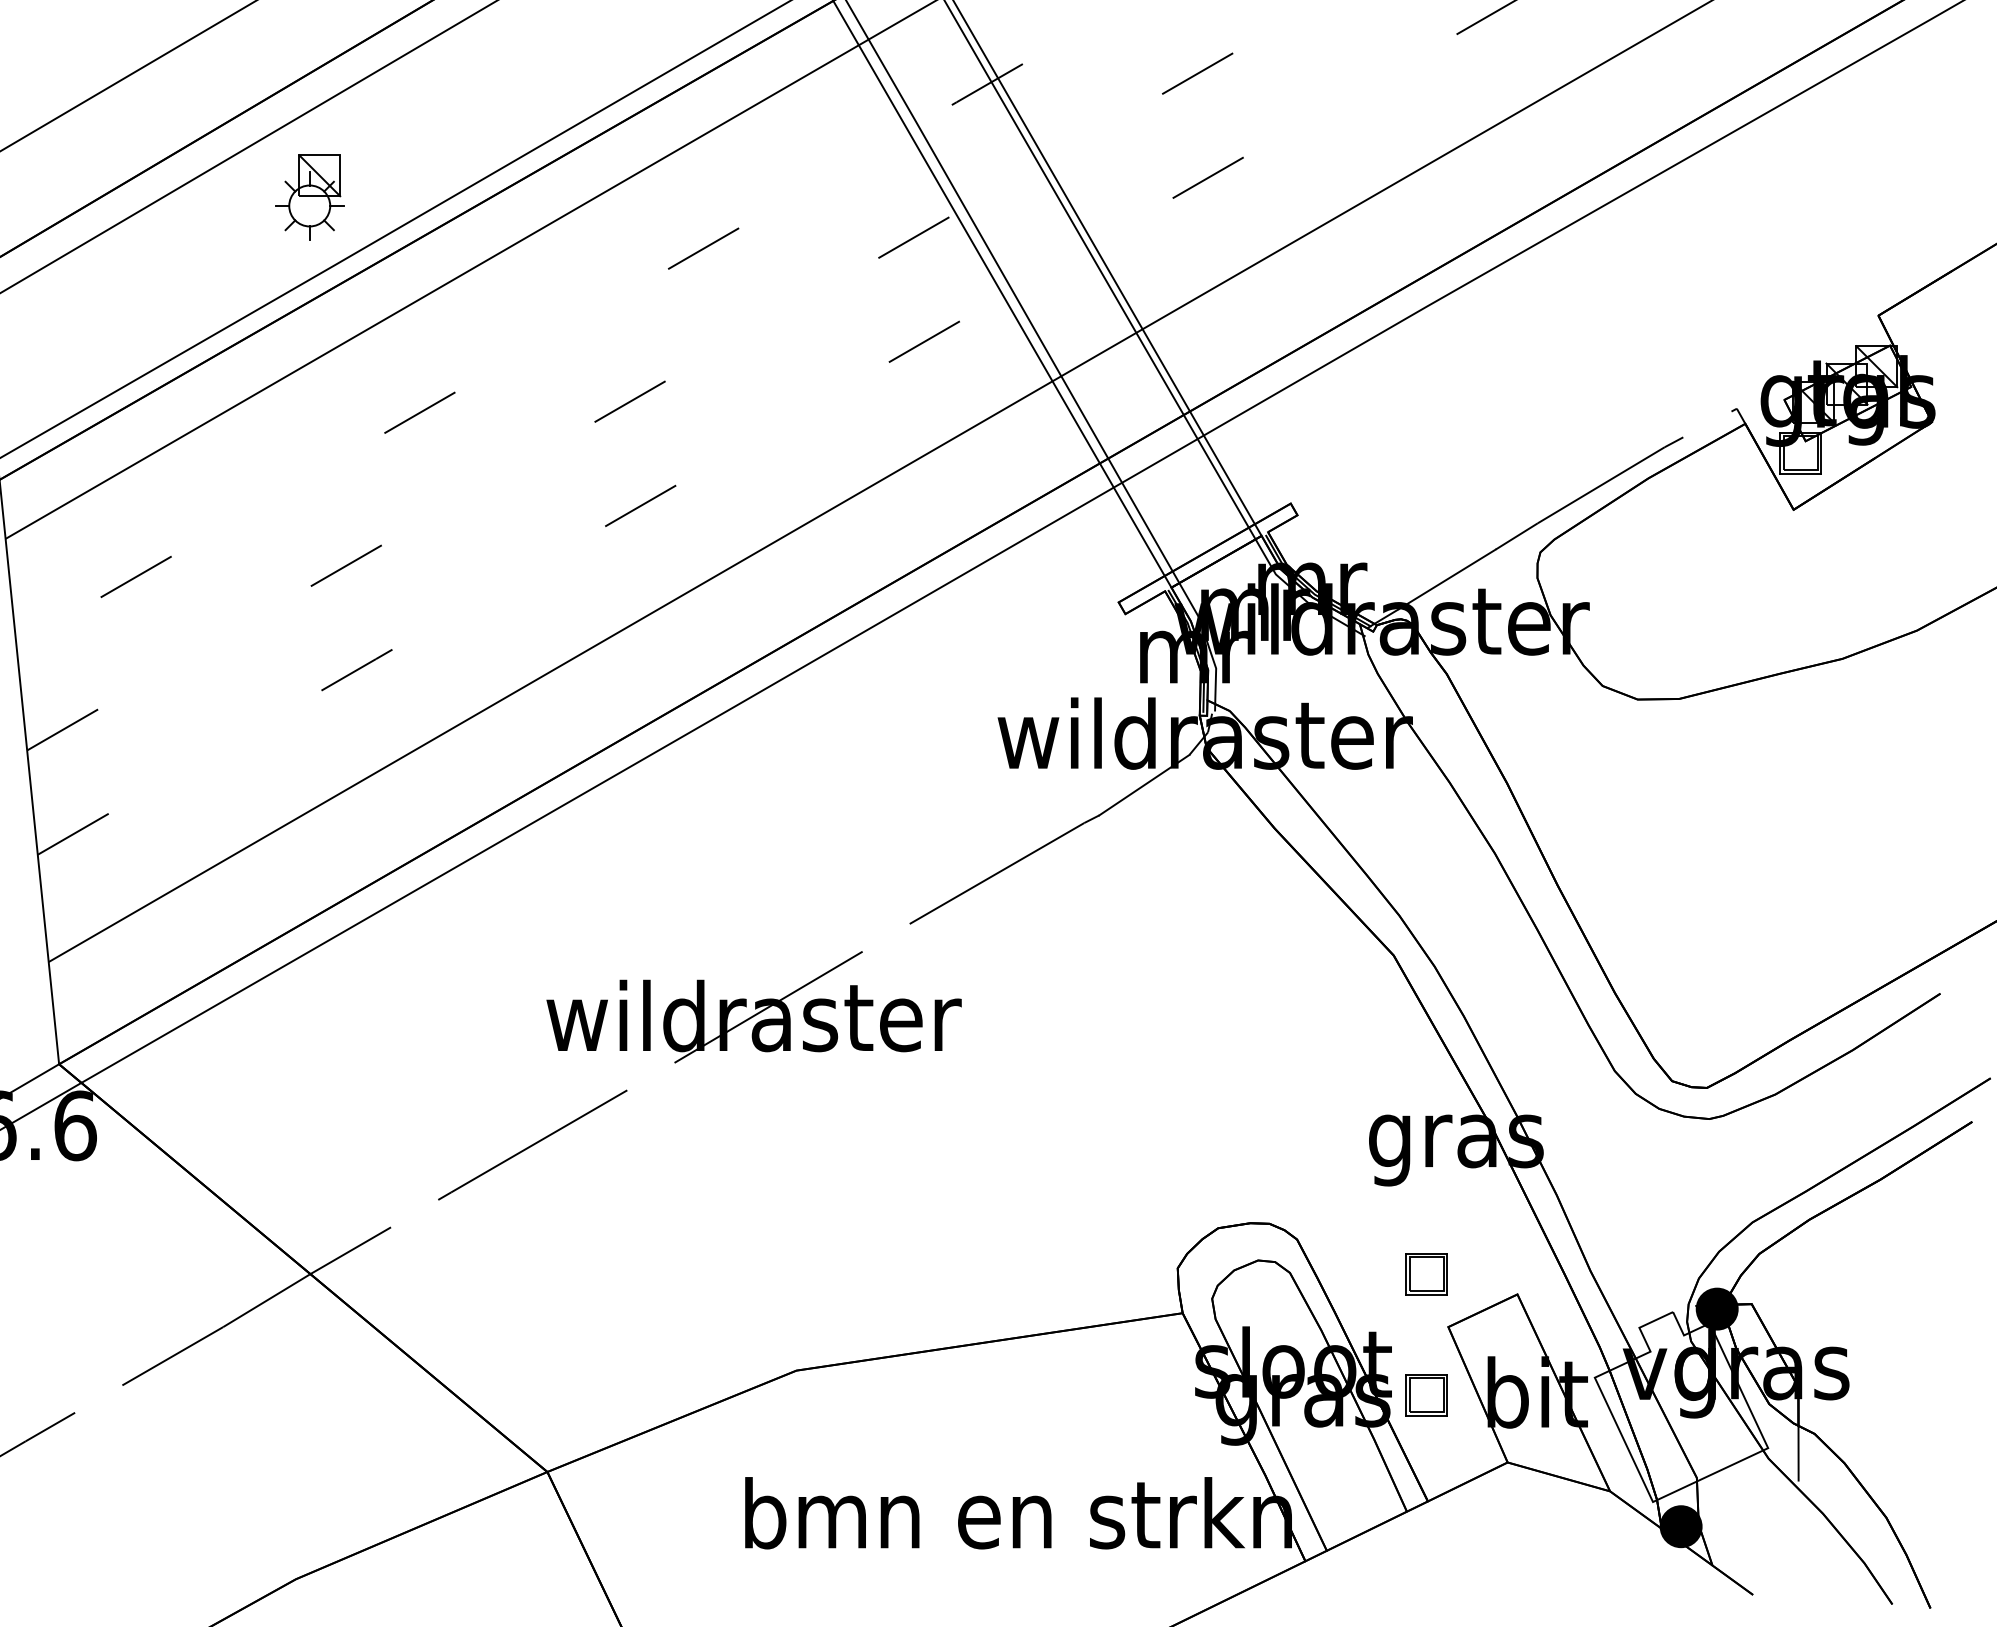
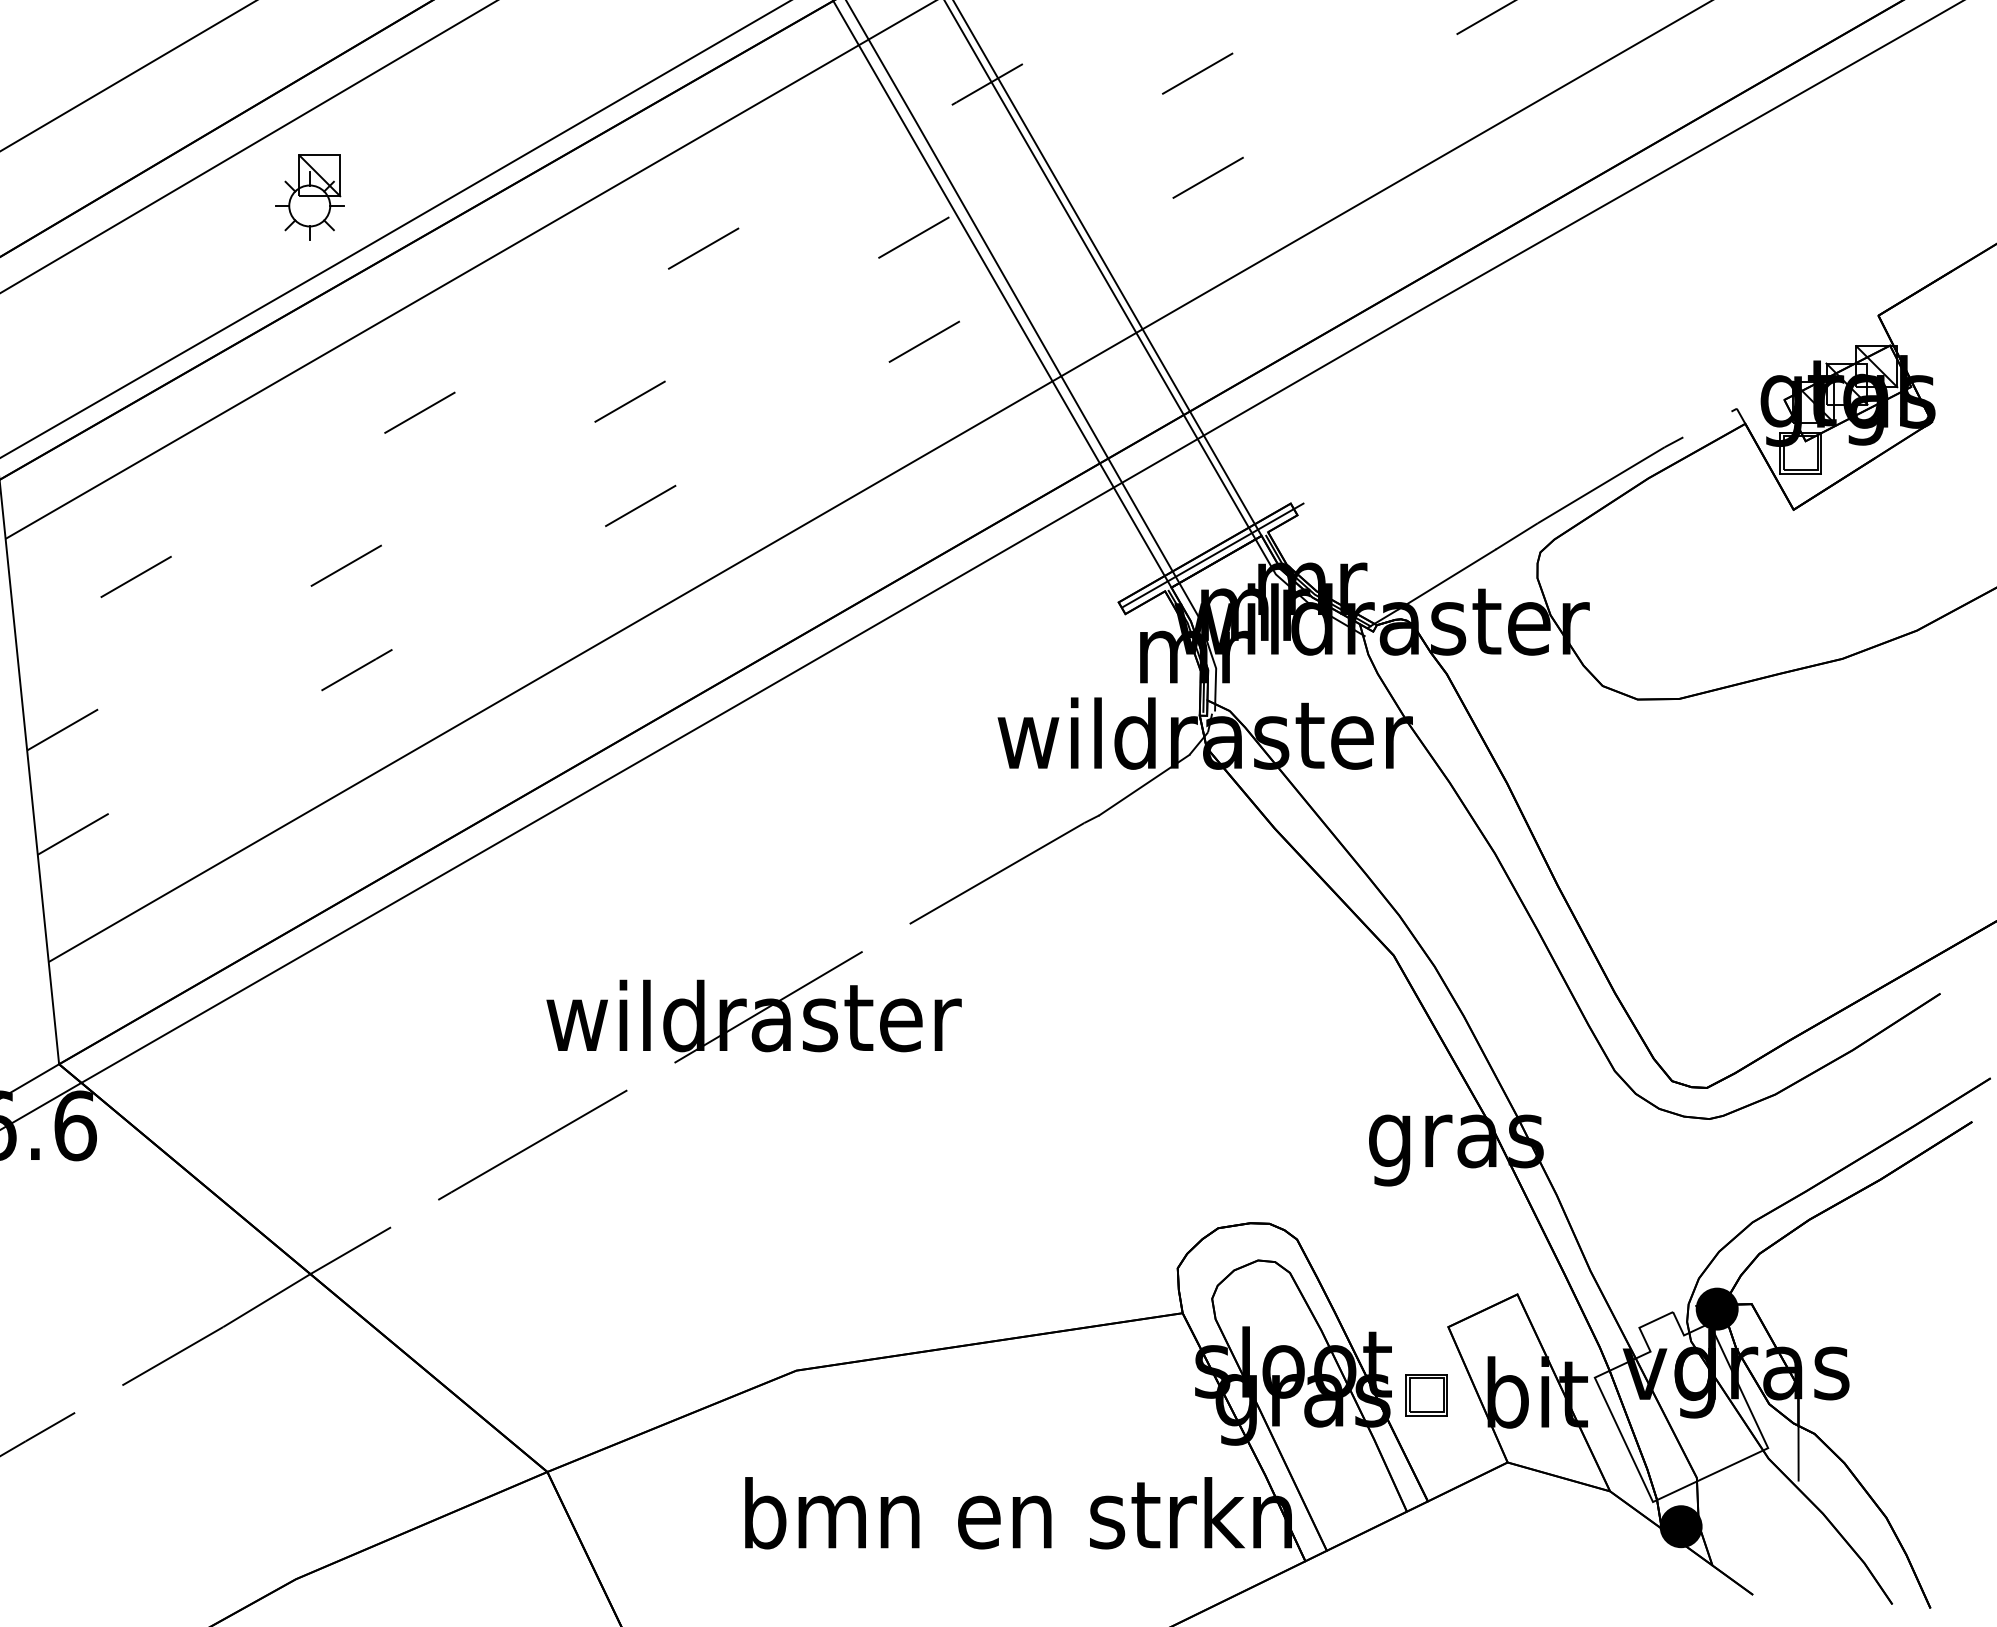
line at (1213, 554): none -> present
part at (1426, 1274): present -> none
